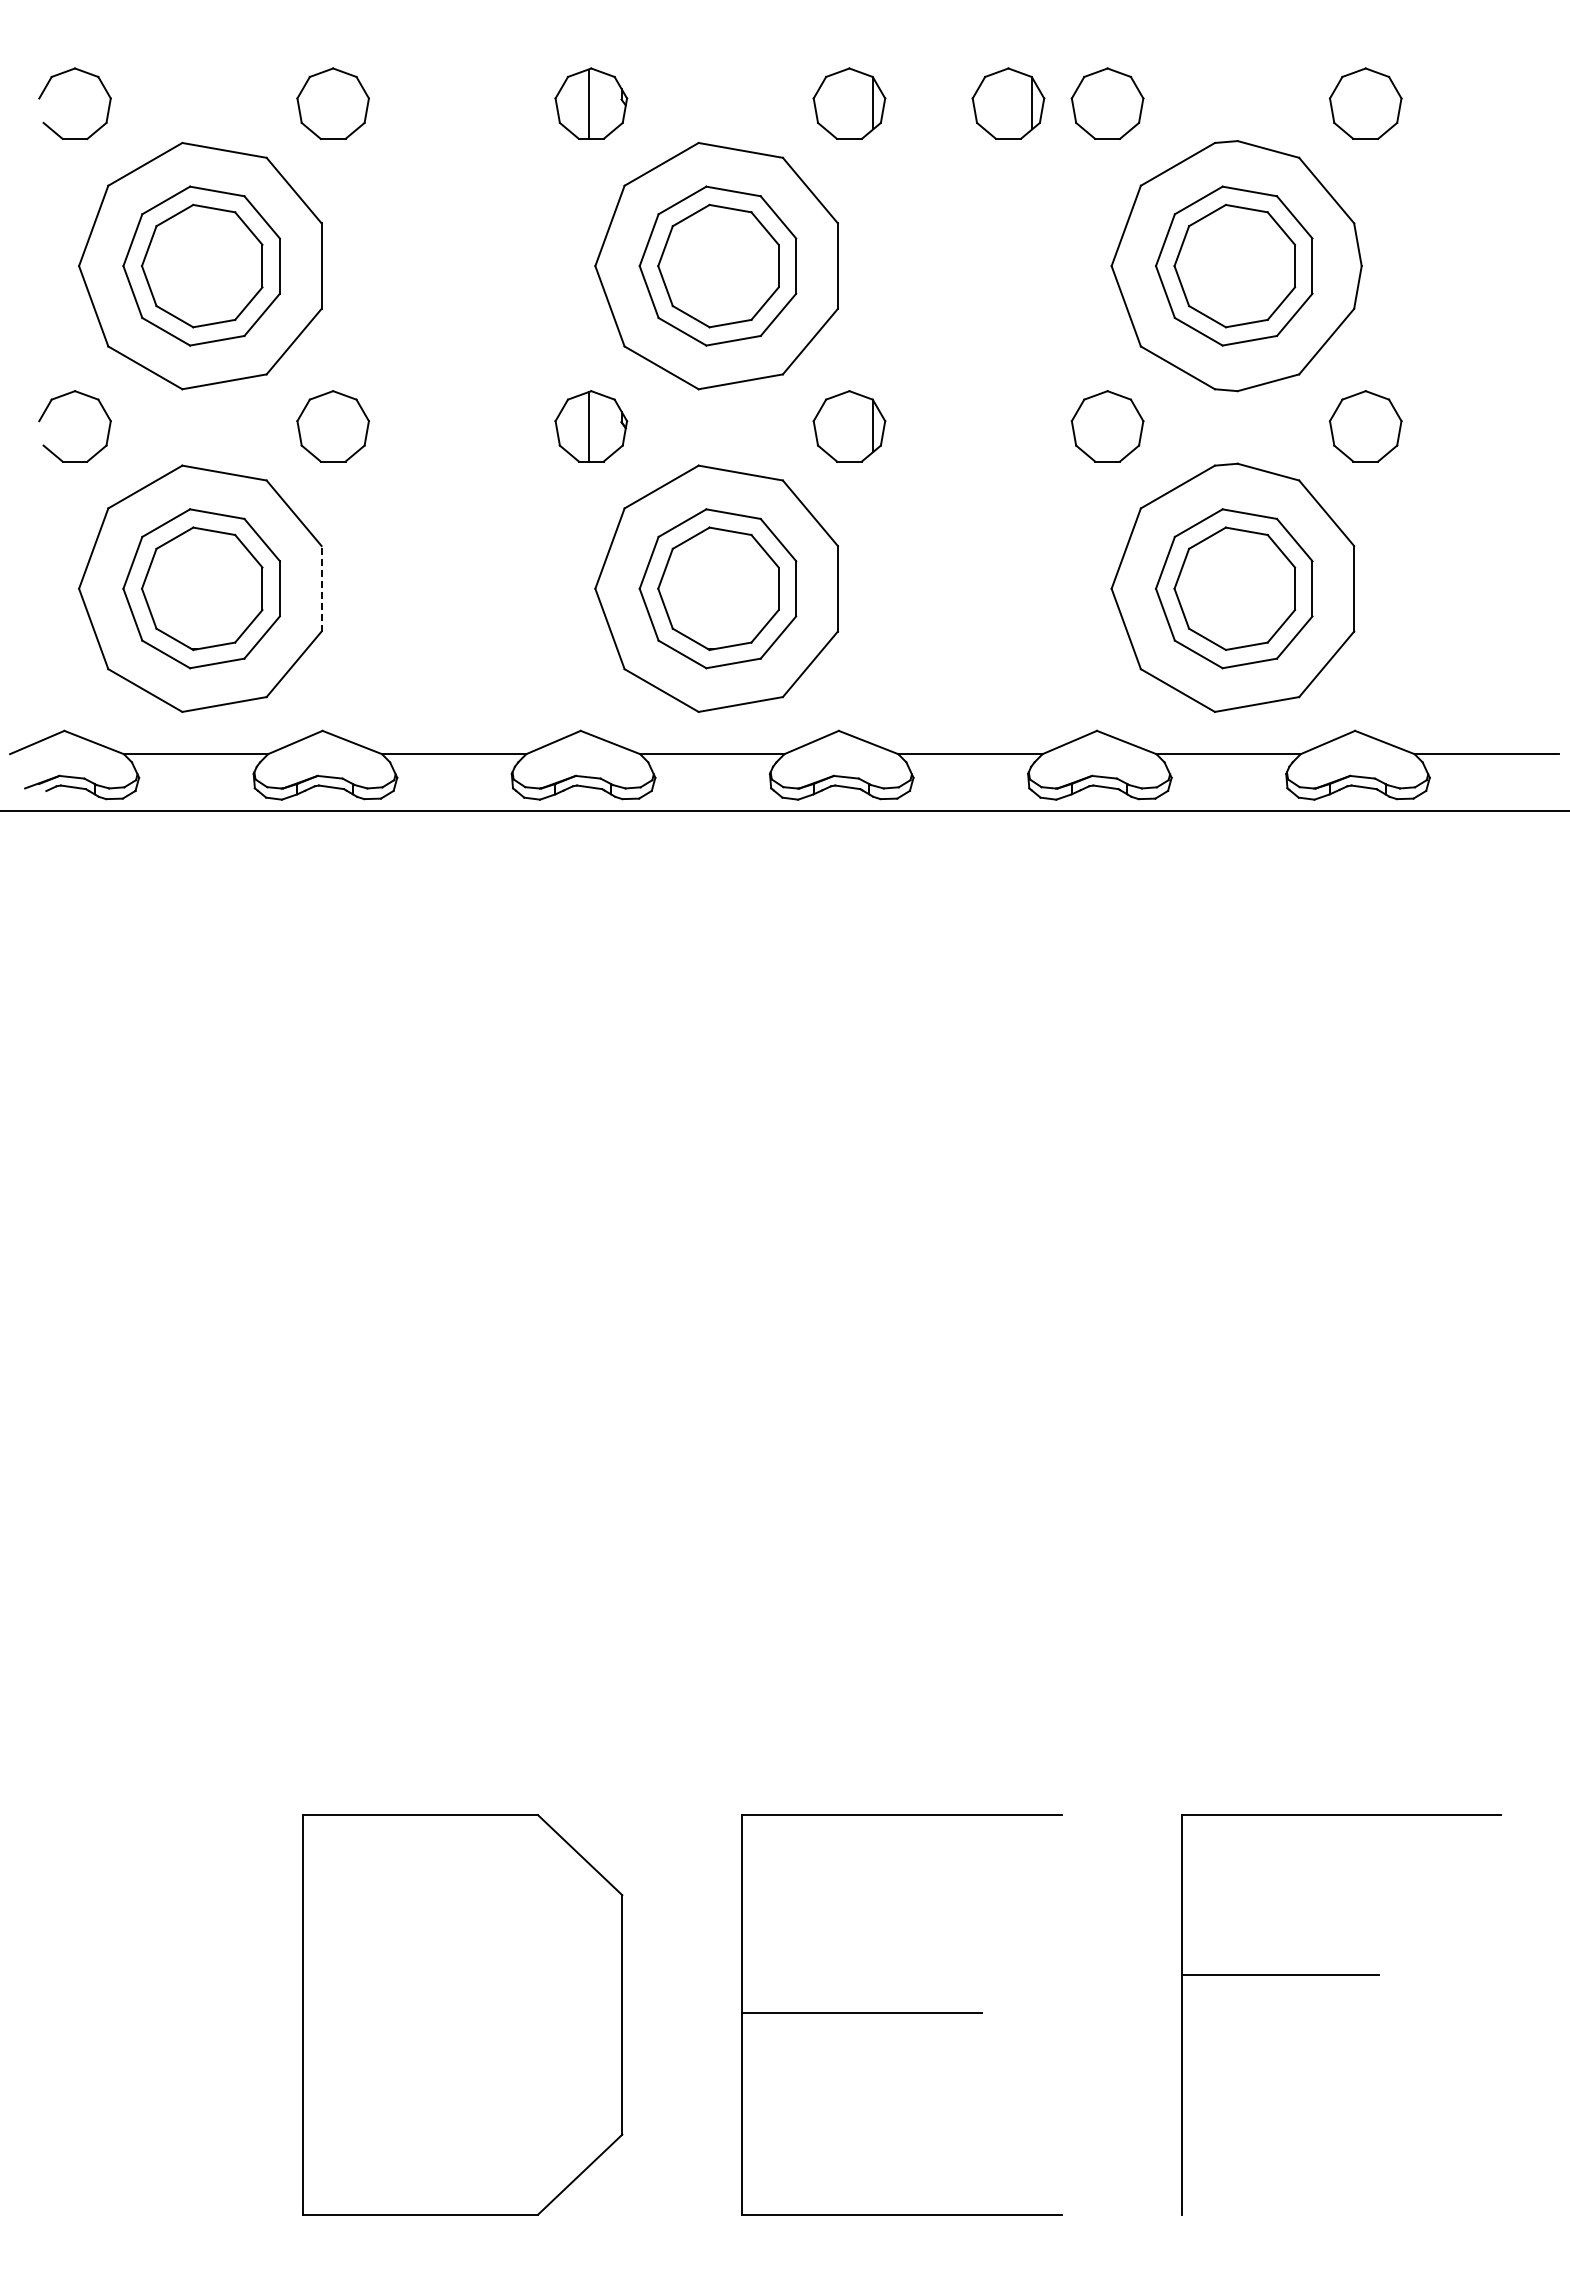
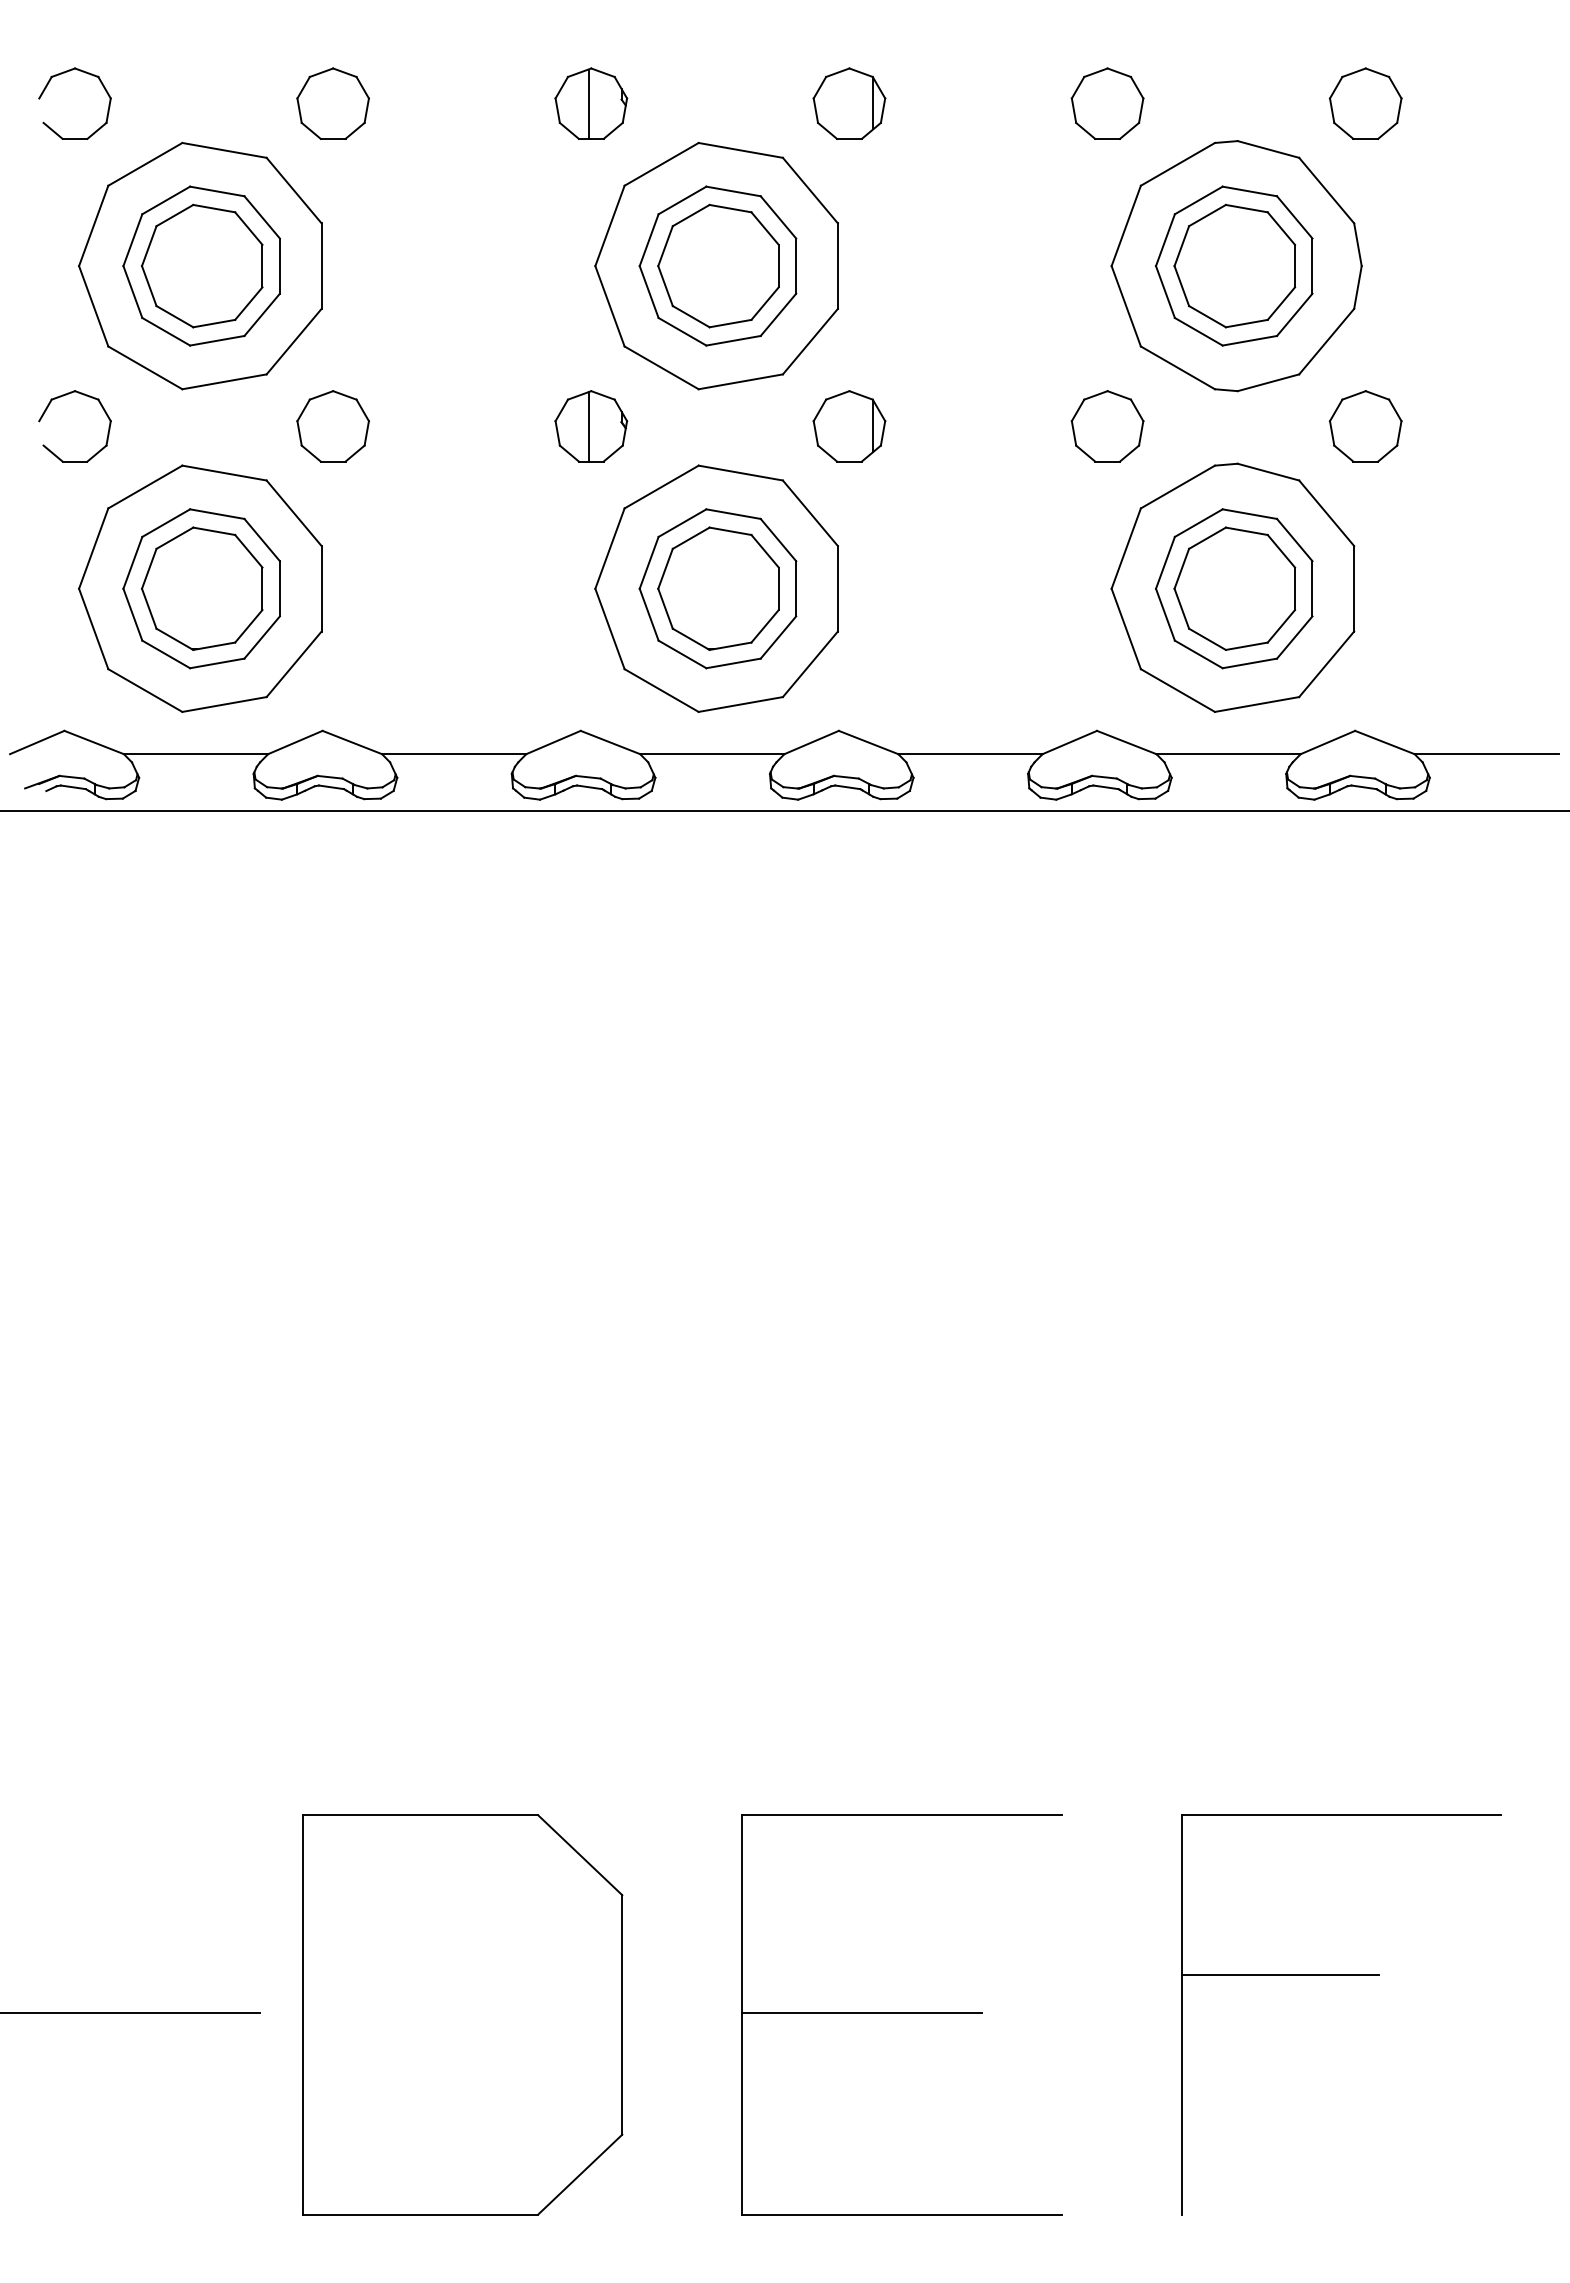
part at (1008, 103): present -> none
line at (321, 588): dashed -> solid
line at (130, 2012): none -> present
